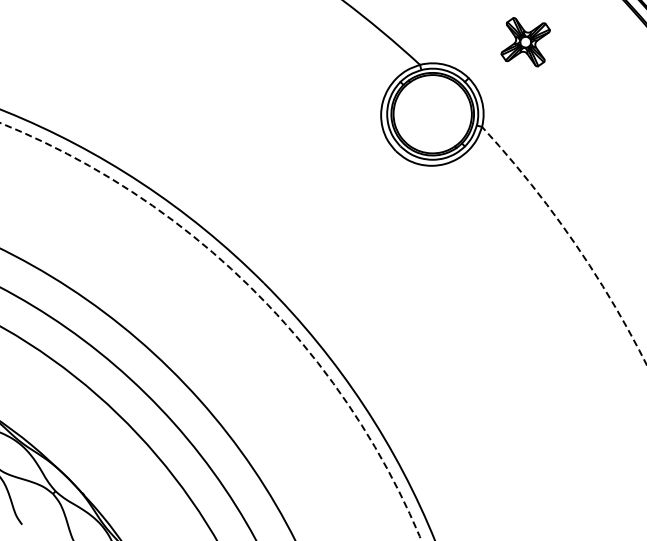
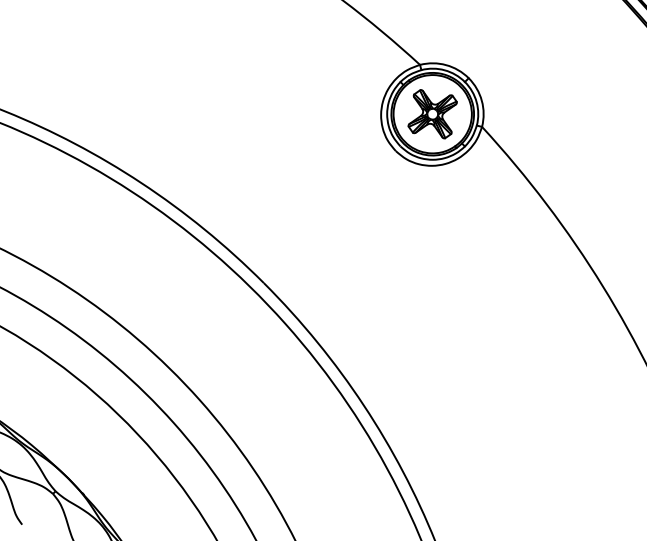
part at (525, 42) position: (525, 42) -> (432, 114)
arc at (572, 239): dashed -> solid
arc at (254, 290): dashed -> solid
